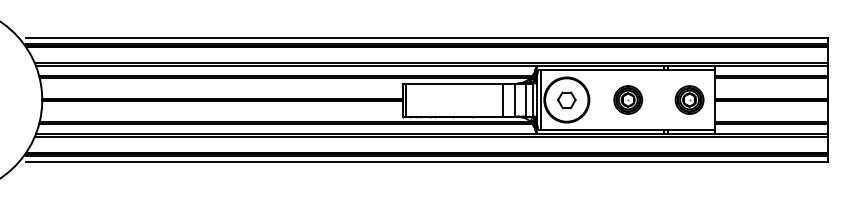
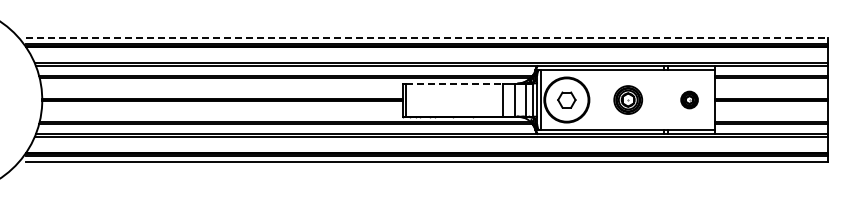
line at (427, 37): solid -> dashed
line at (455, 83): solid -> dashed
part at (689, 99) size: 31x30 px -> 19x20 px
